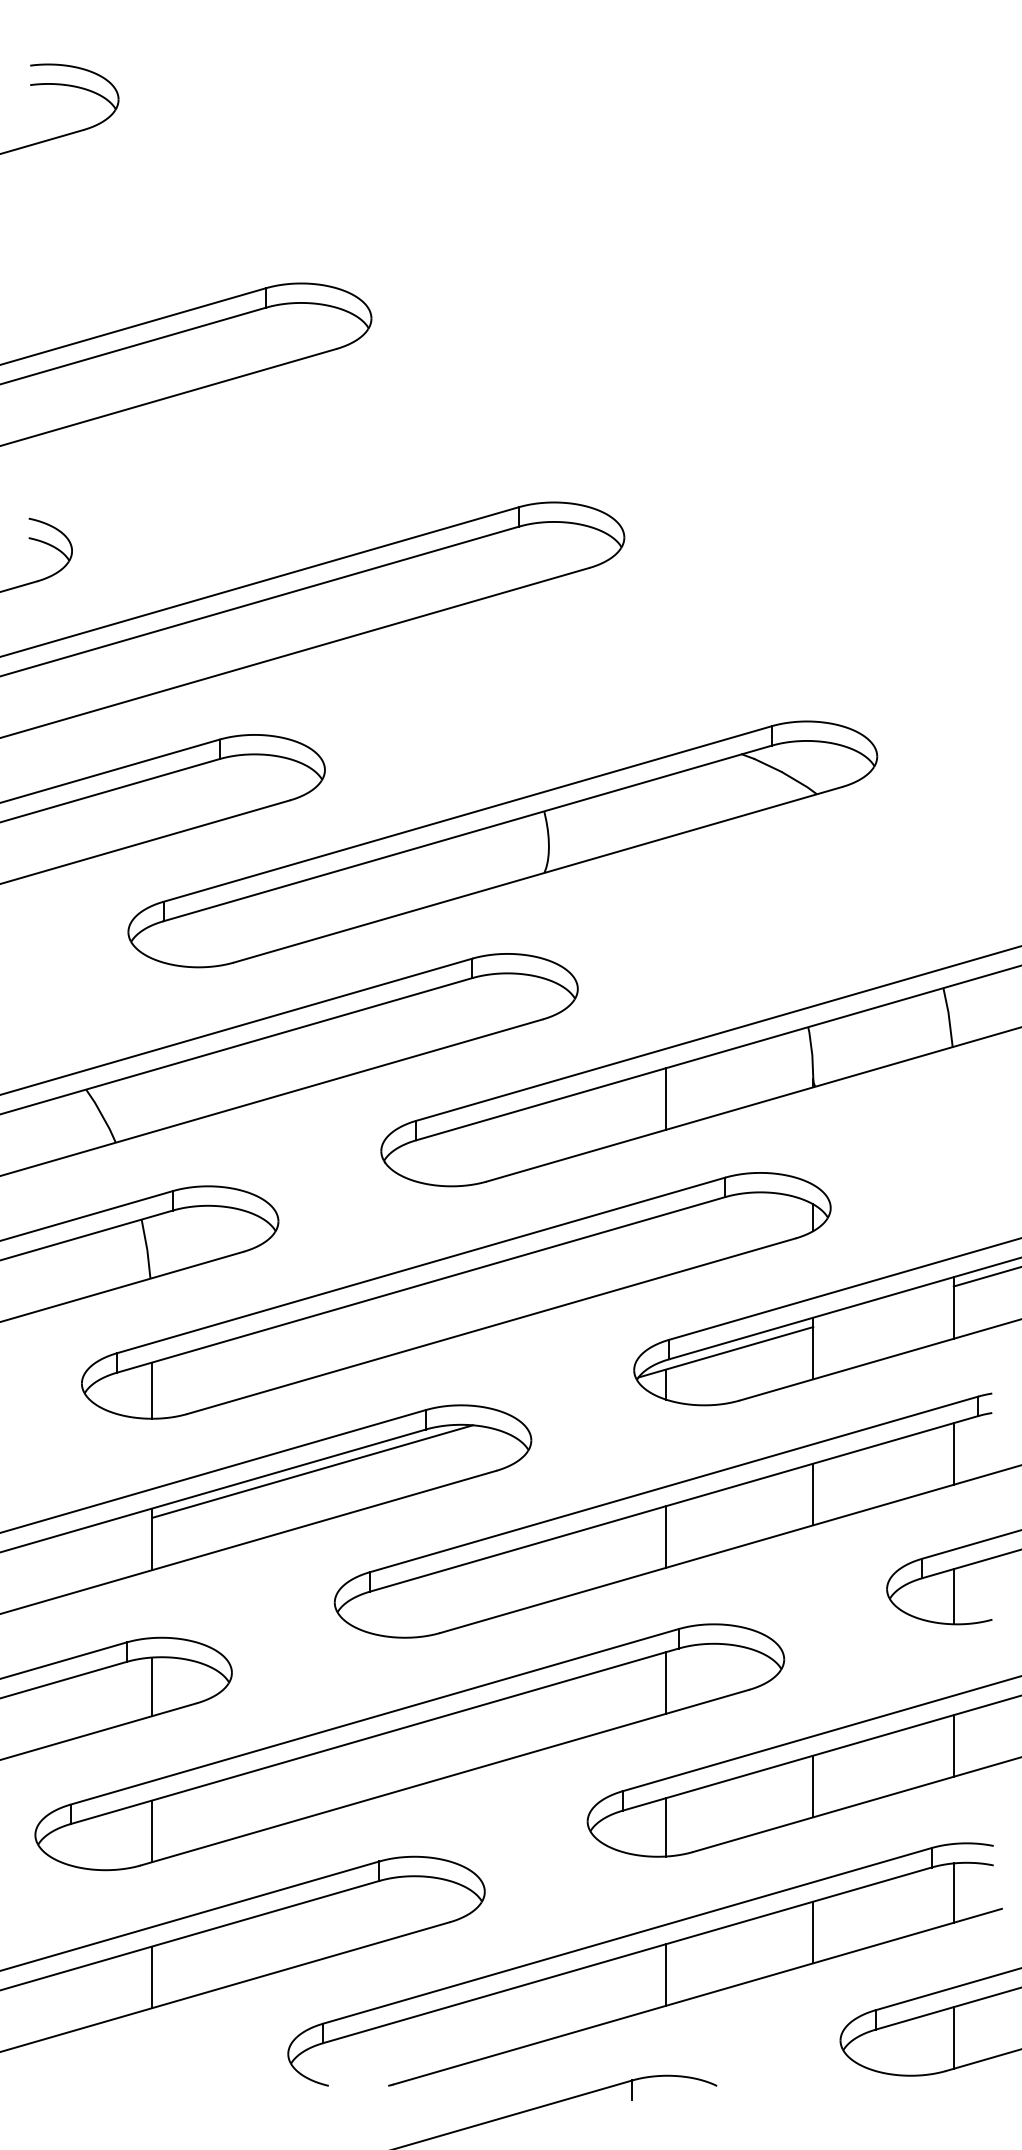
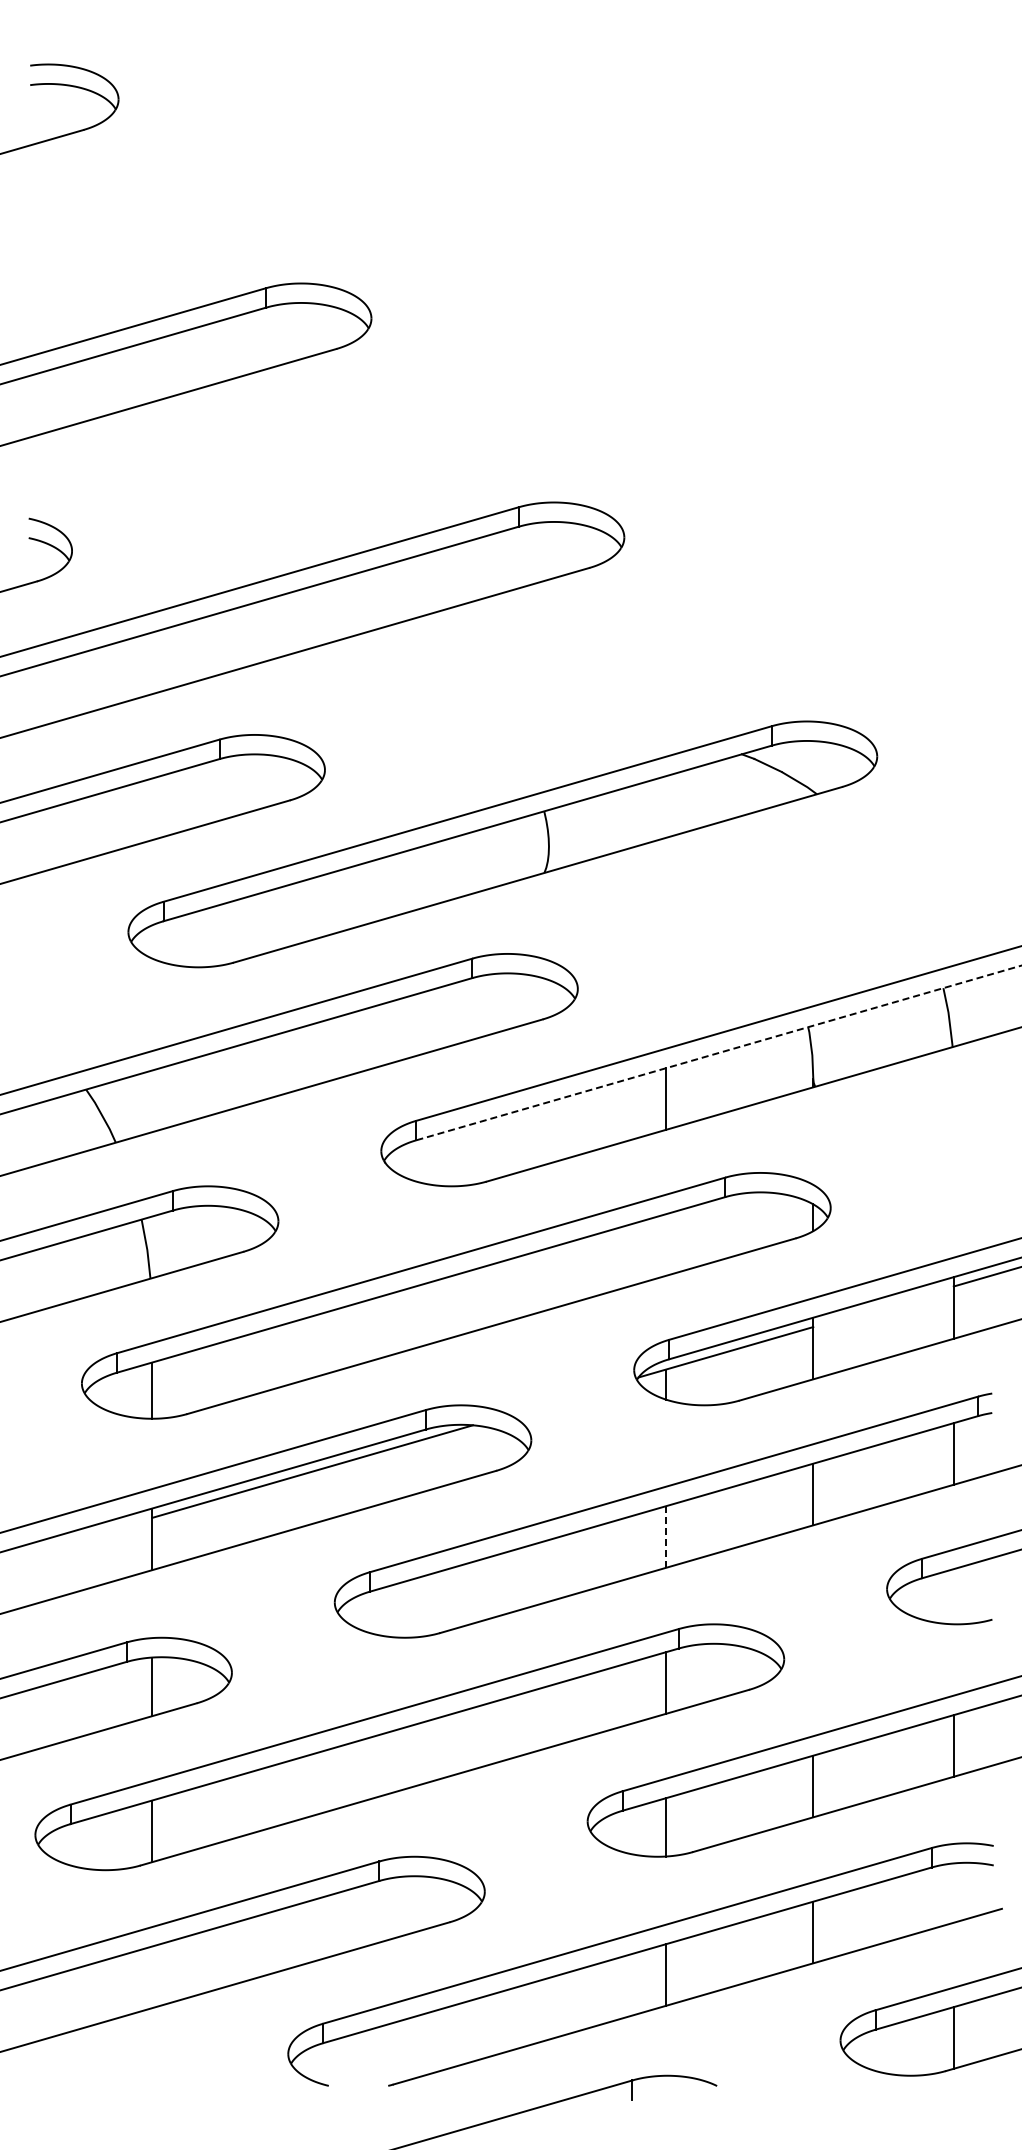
line at (719, 1052): solid -> dashed
line at (665, 1537): solid -> dashed
line at (953, 1596): present -> none
line at (953, 1892): present -> none
line at (152, 1977): present -> none
